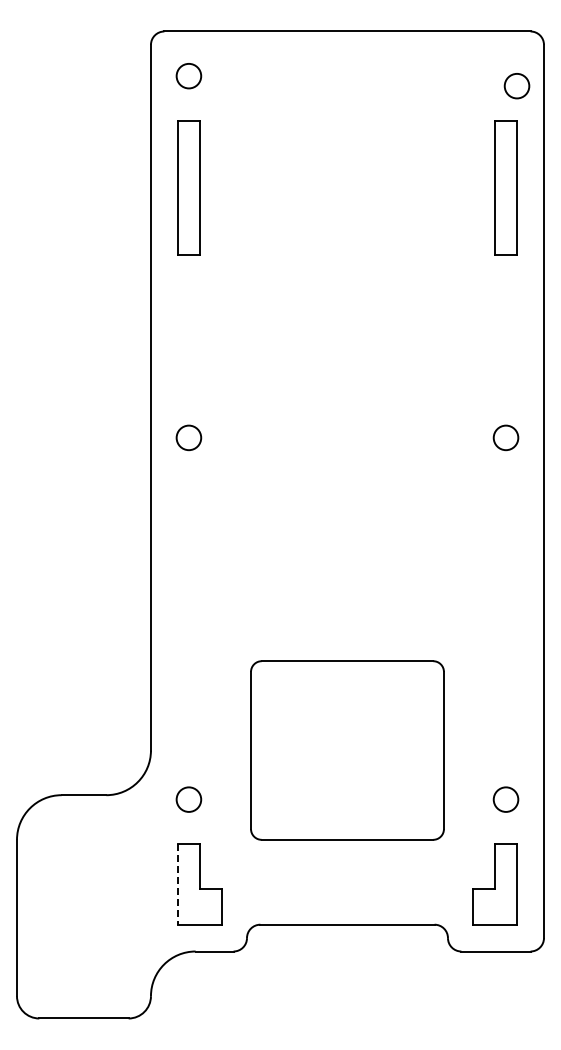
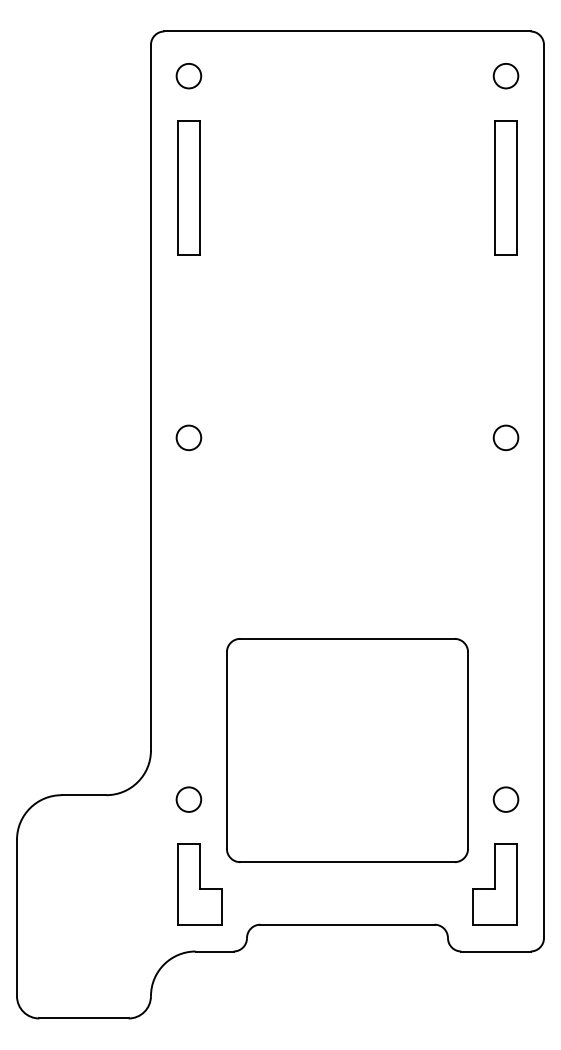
circle at (516, 86) position: (516, 86) -> (505, 76)
part at (347, 750) size: 195x181 px -> 243x225 px
line at (177, 885): dashed -> solid
